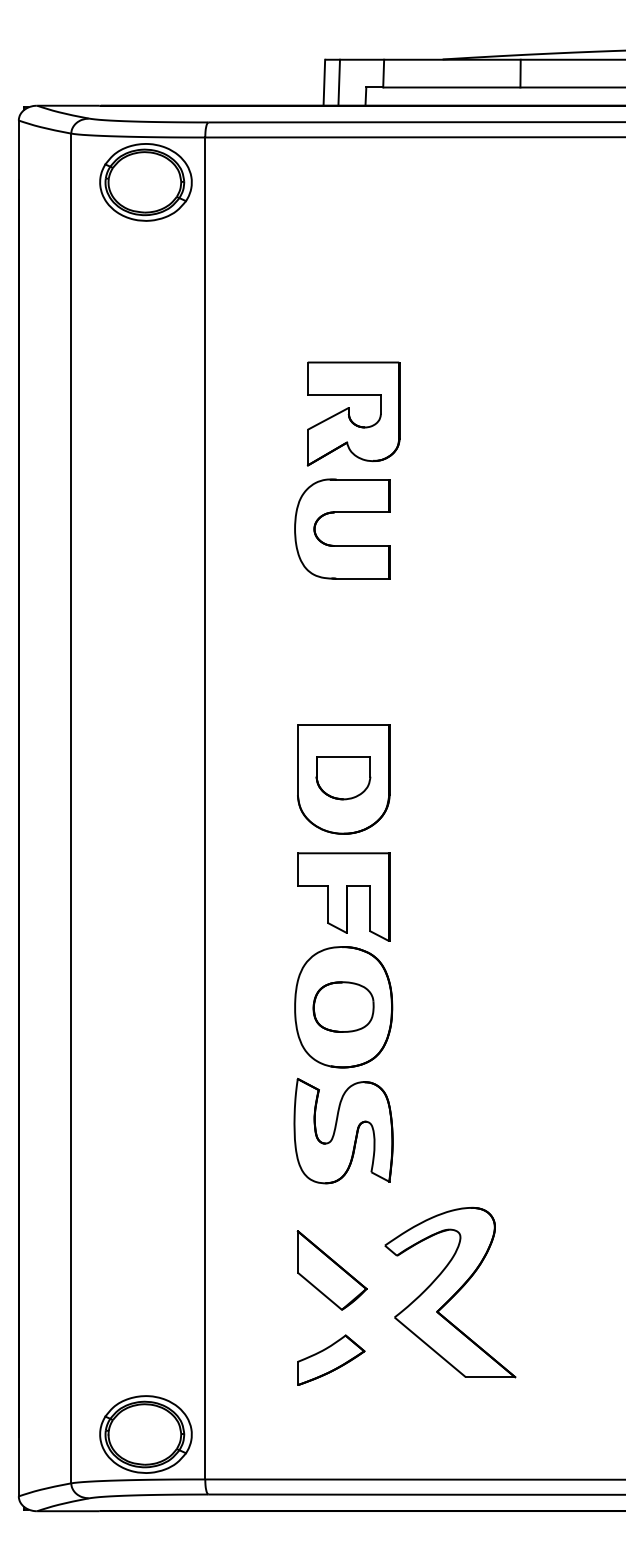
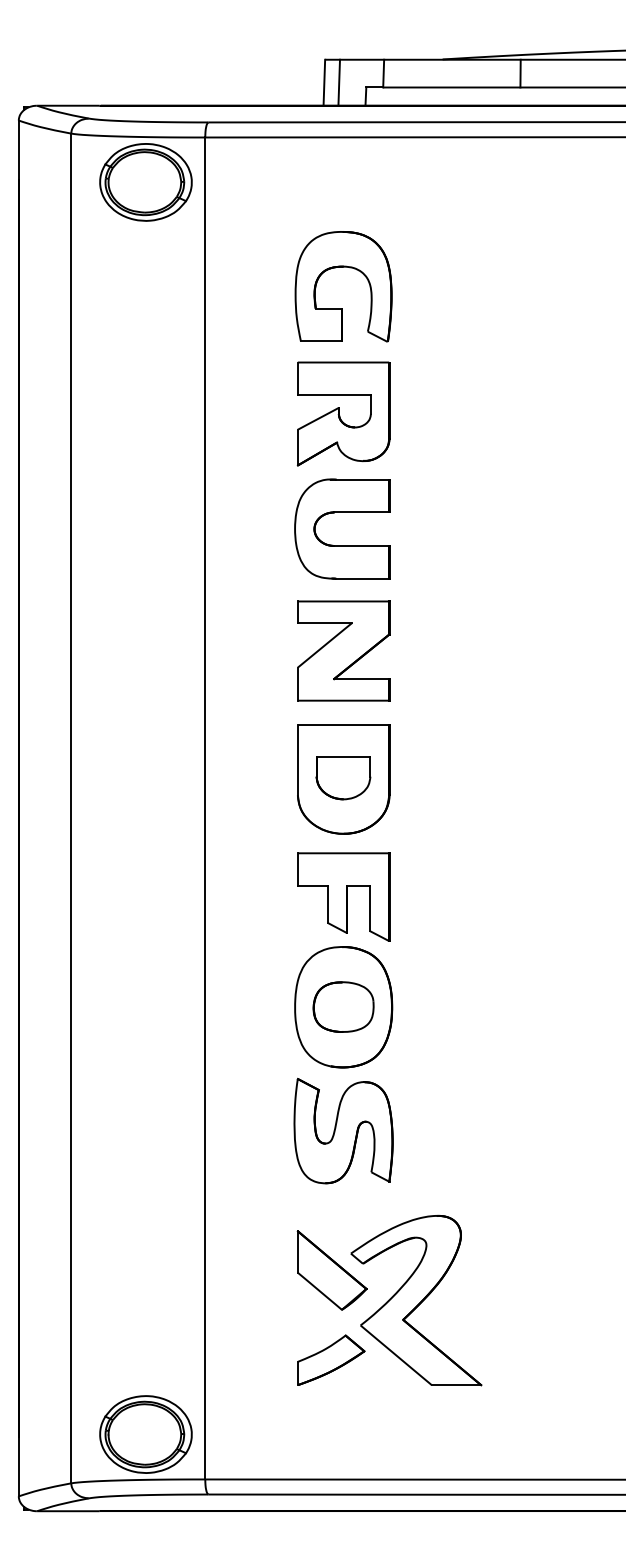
part at (349, 268): none -> present
part at (353, 413) position: (353, 413) -> (343, 413)
part at (343, 650): none -> present
part at (450, 1292) position: (450, 1292) -> (416, 1300)
